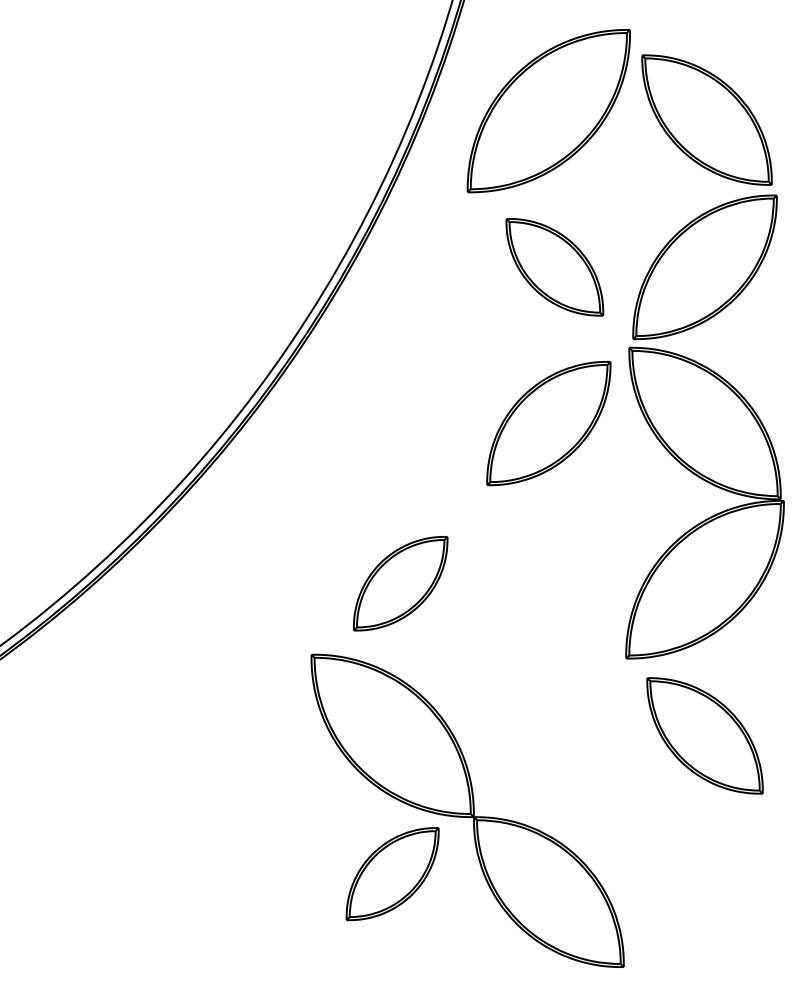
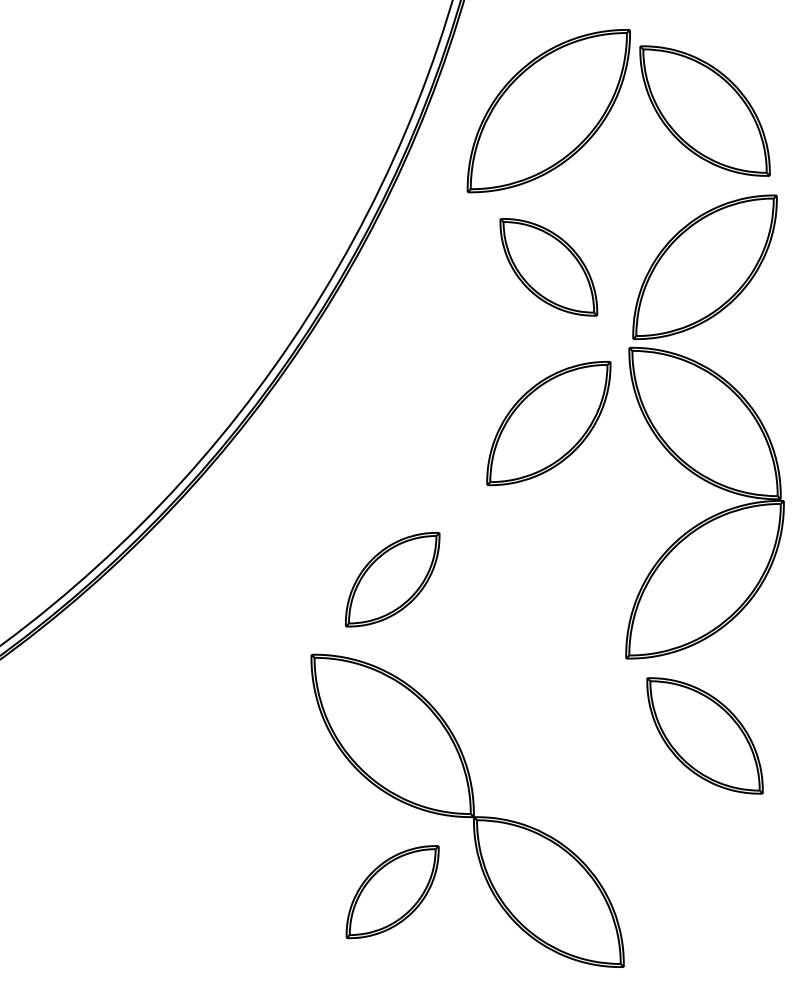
part at (706, 119) position: (706, 119) -> (704, 110)
part at (554, 267) position: (554, 267) -> (548, 267)
part at (400, 583) position: (400, 583) -> (392, 579)
part at (392, 874) position: (392, 874) -> (392, 892)
